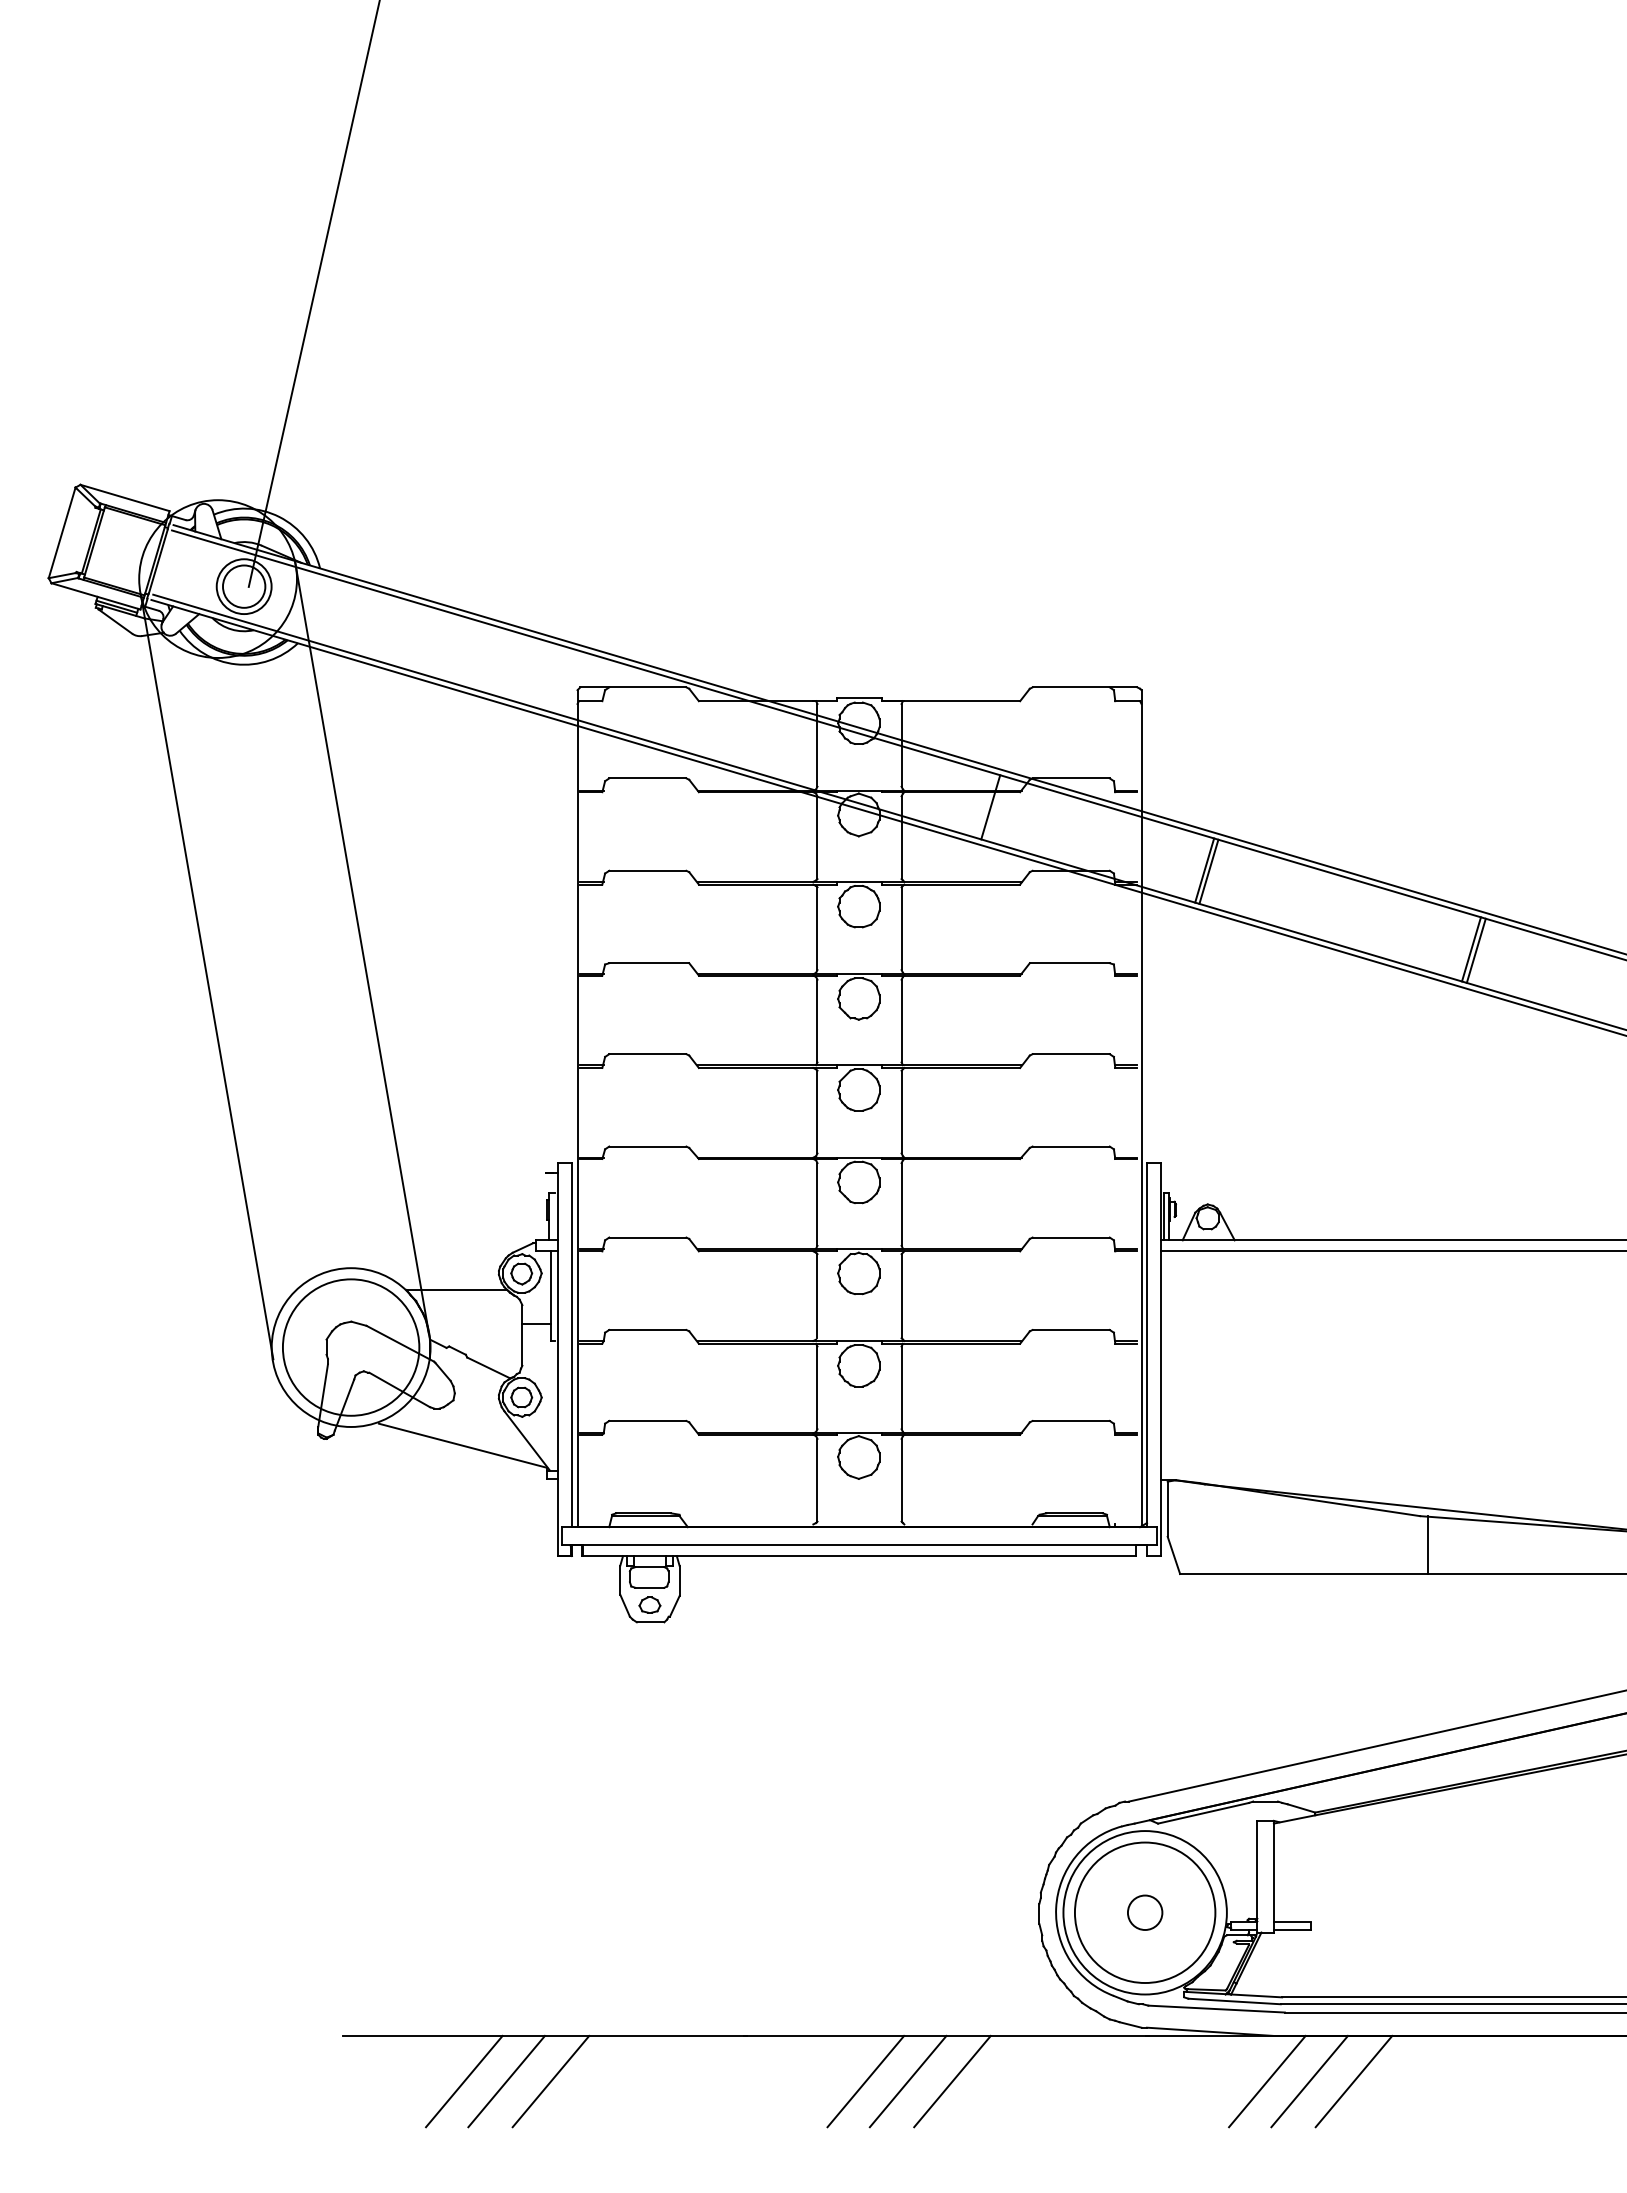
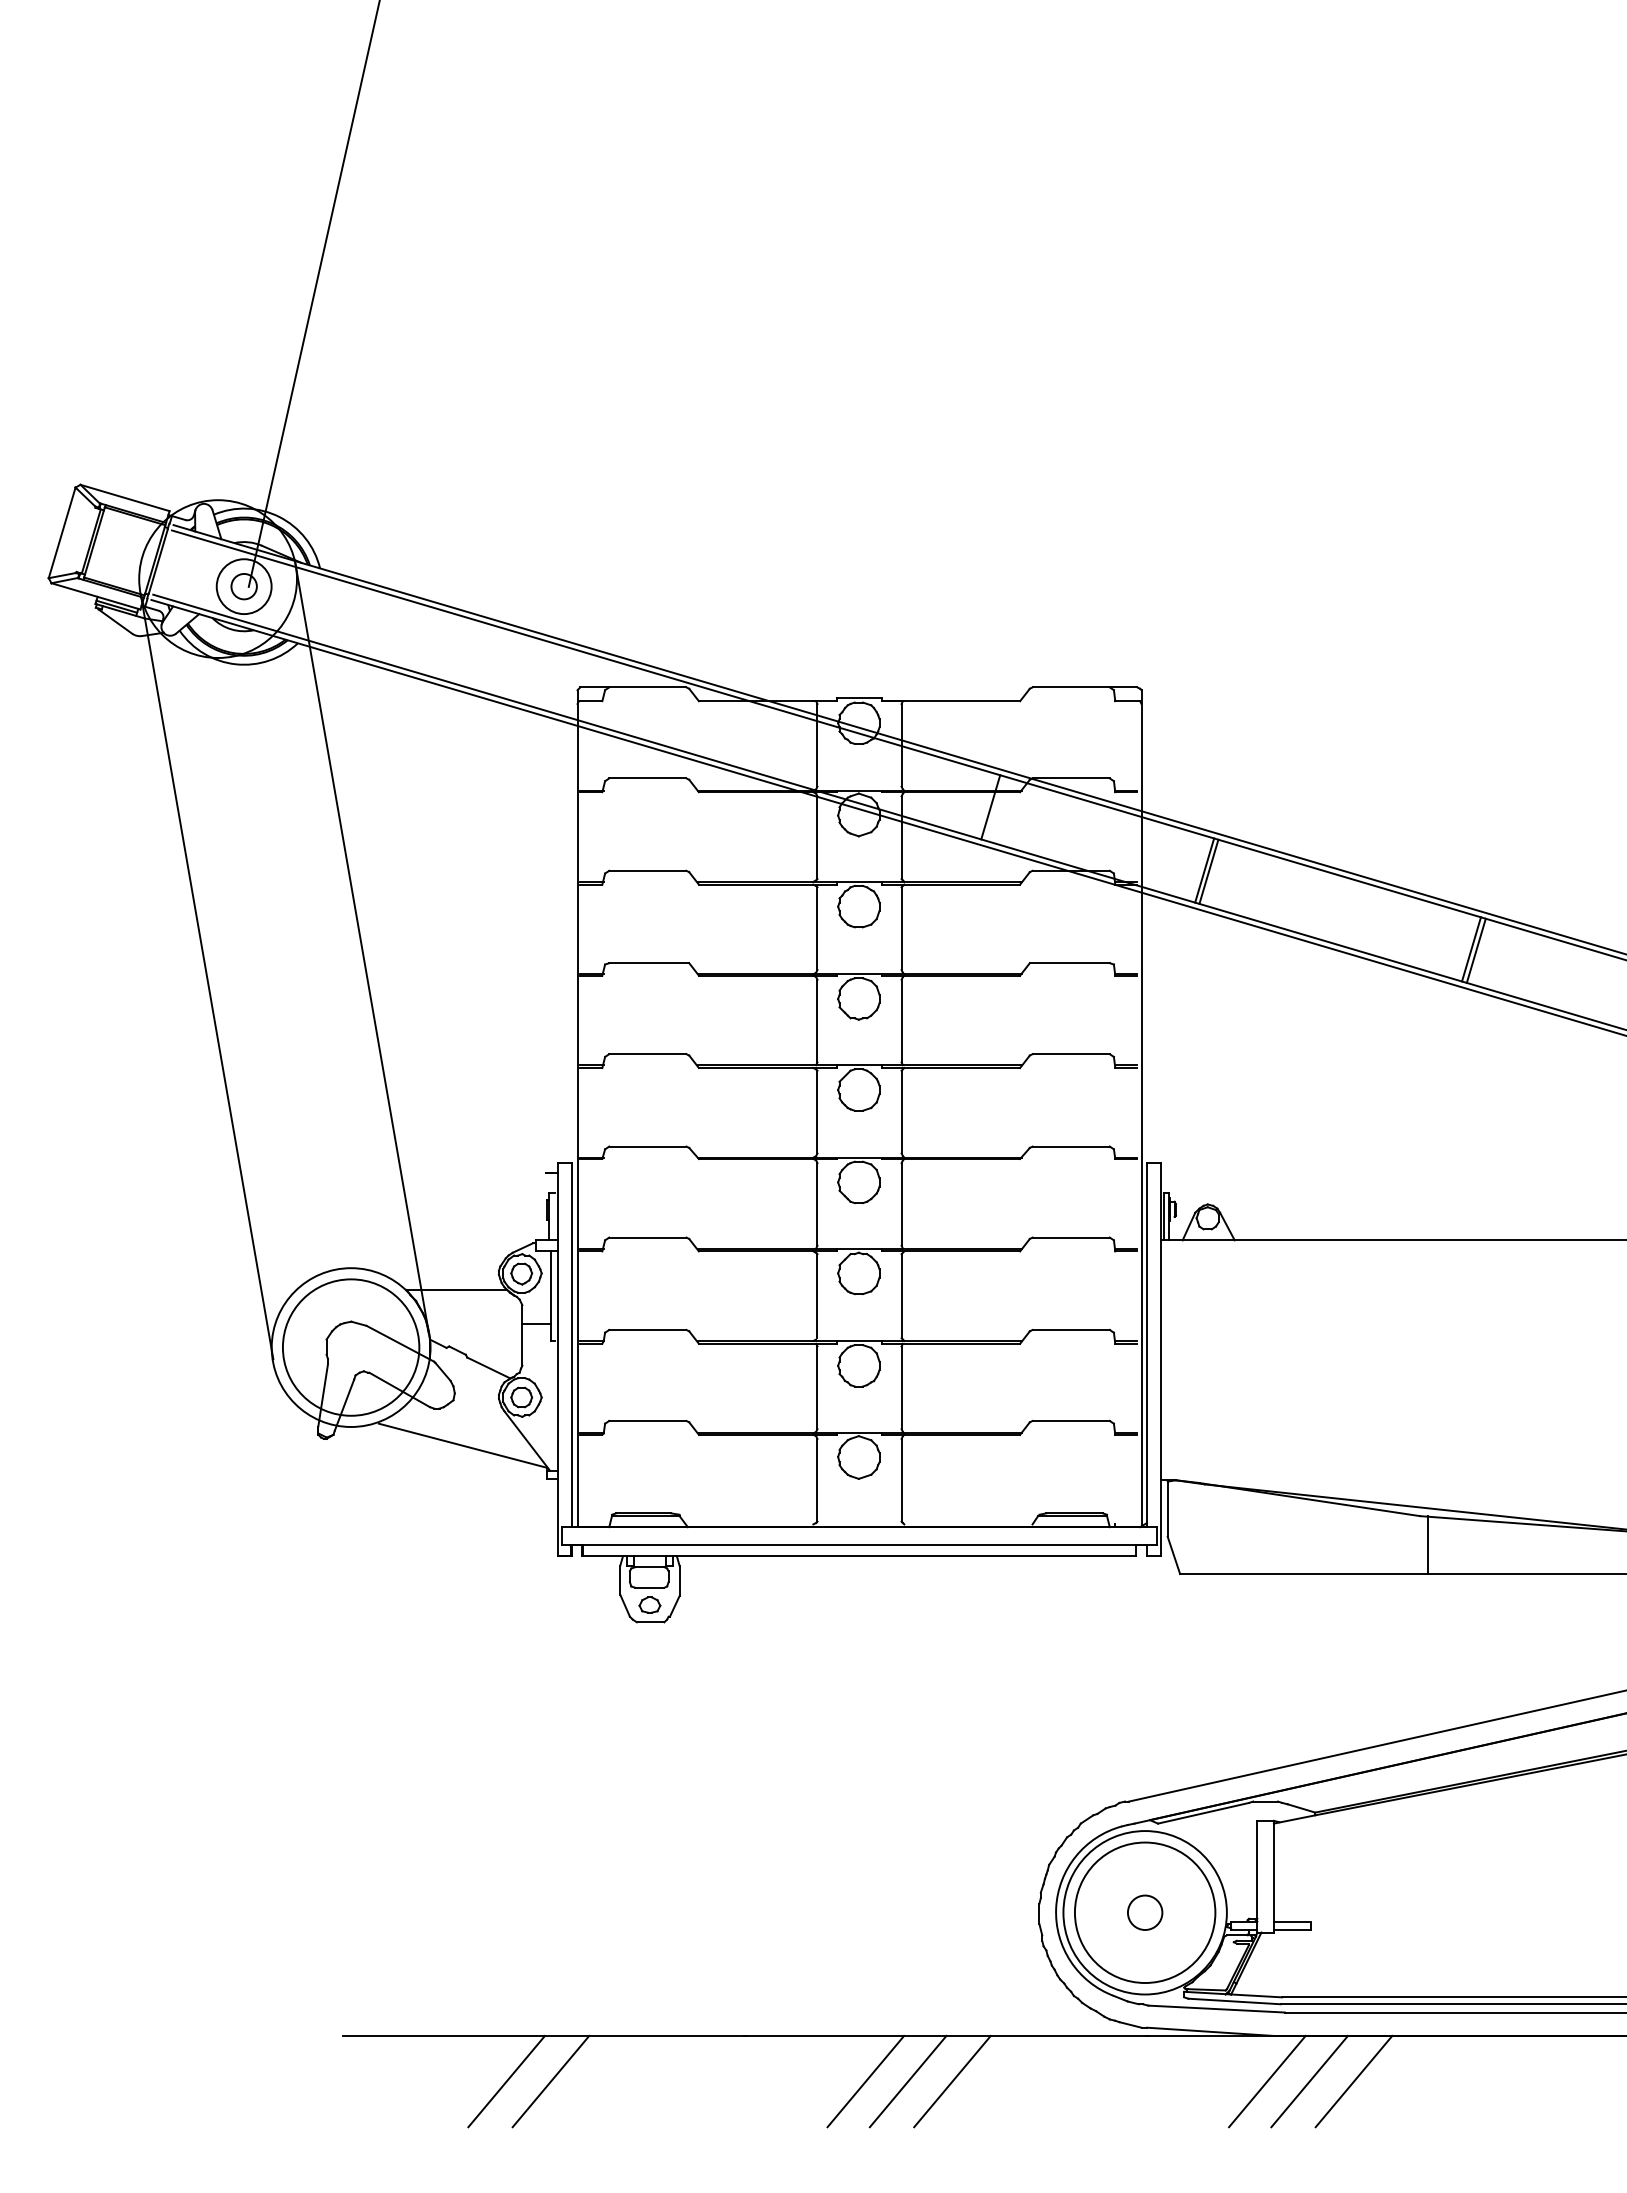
circle at (244, 586) diameter: 42 px -> 25 px
line at (1391, 1251): present -> none
line at (464, 2081): present -> none
